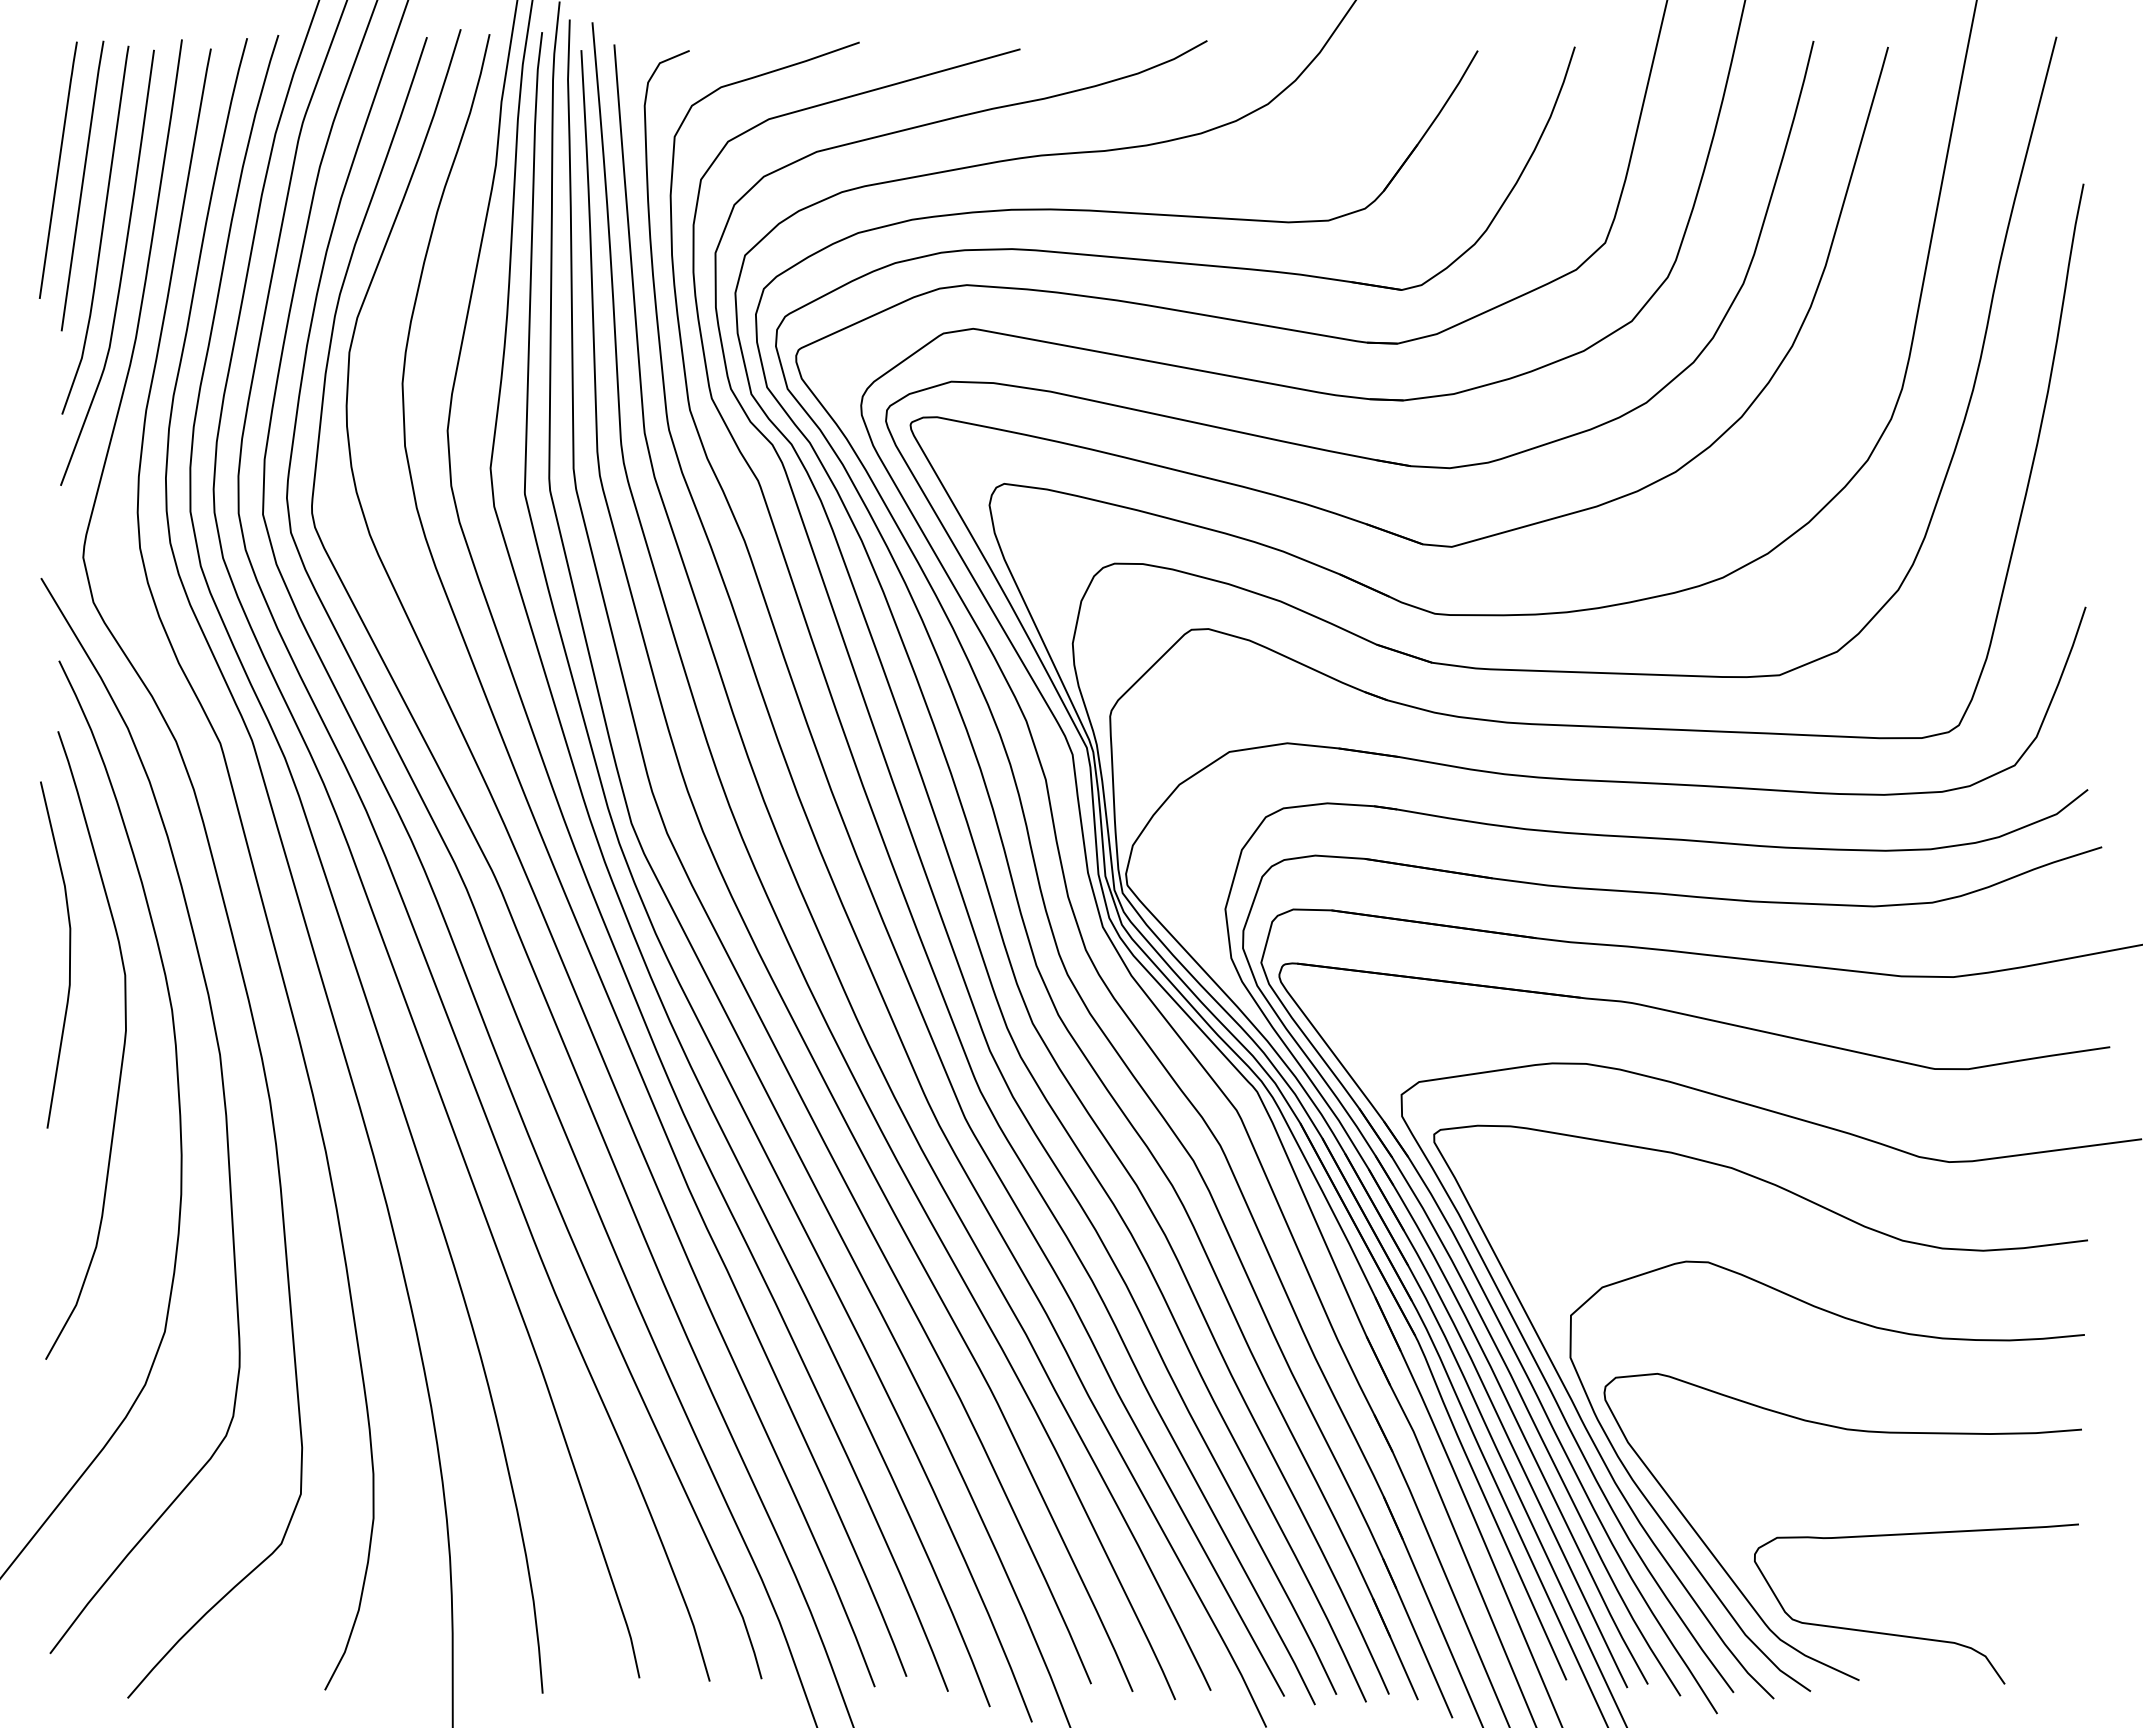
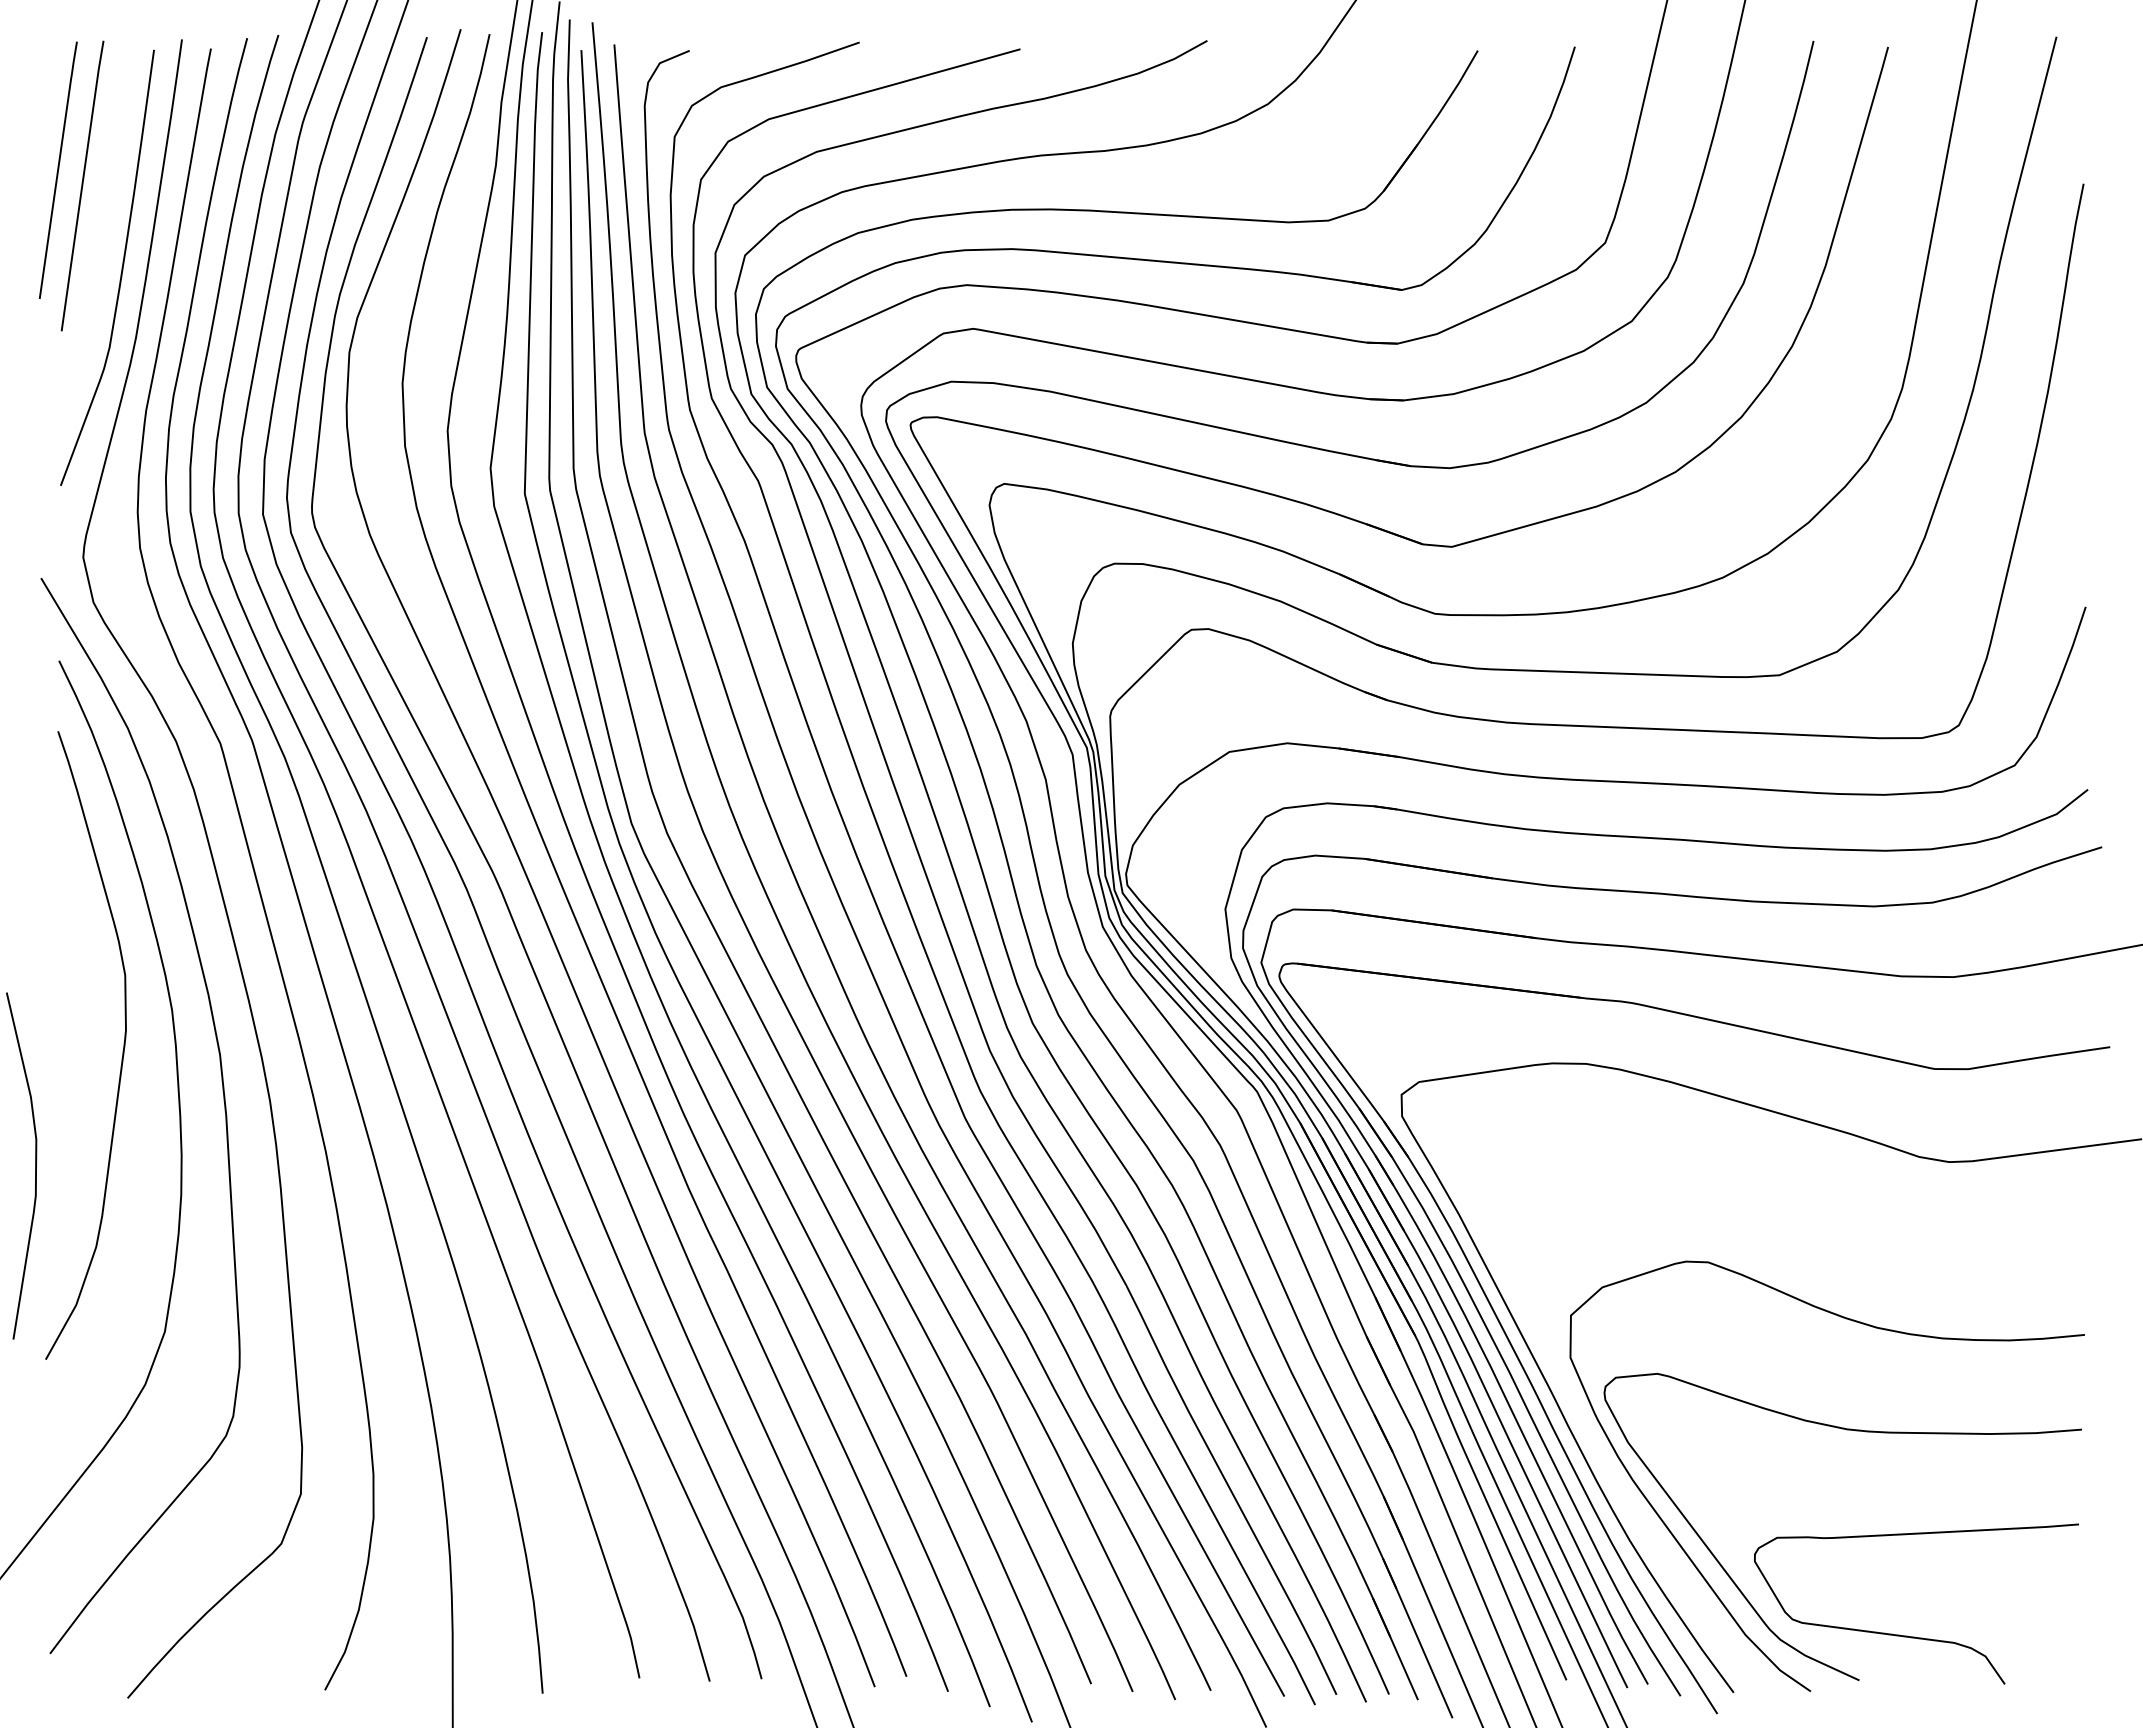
curve at (101, 229): present -> none
curve at (69, 954) position: (69, 954) -> (35, 1165)
curve at (1624, 1495): present -> none
